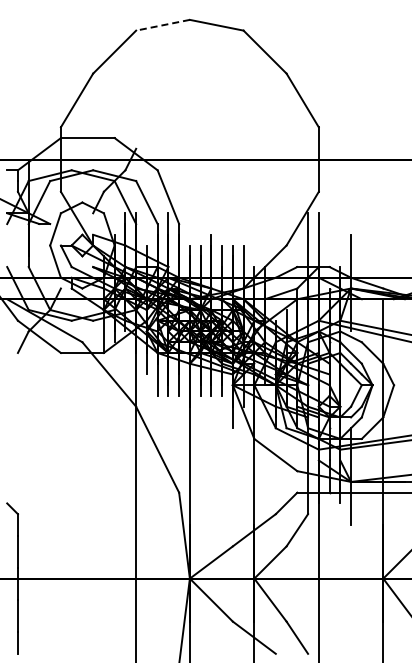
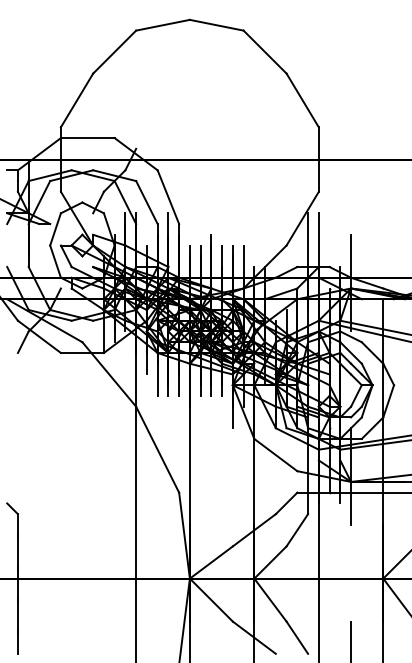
line at (162, 25): dashed -> solid
line at (351, 640): none -> present
